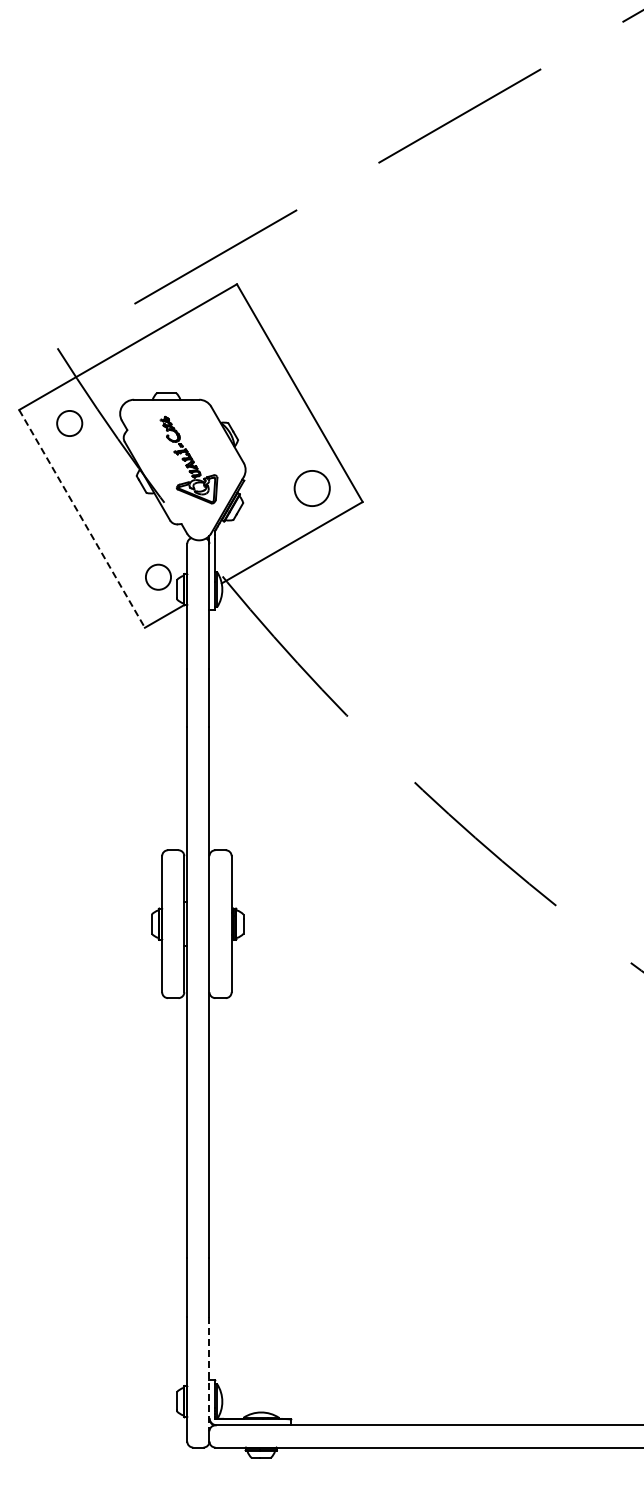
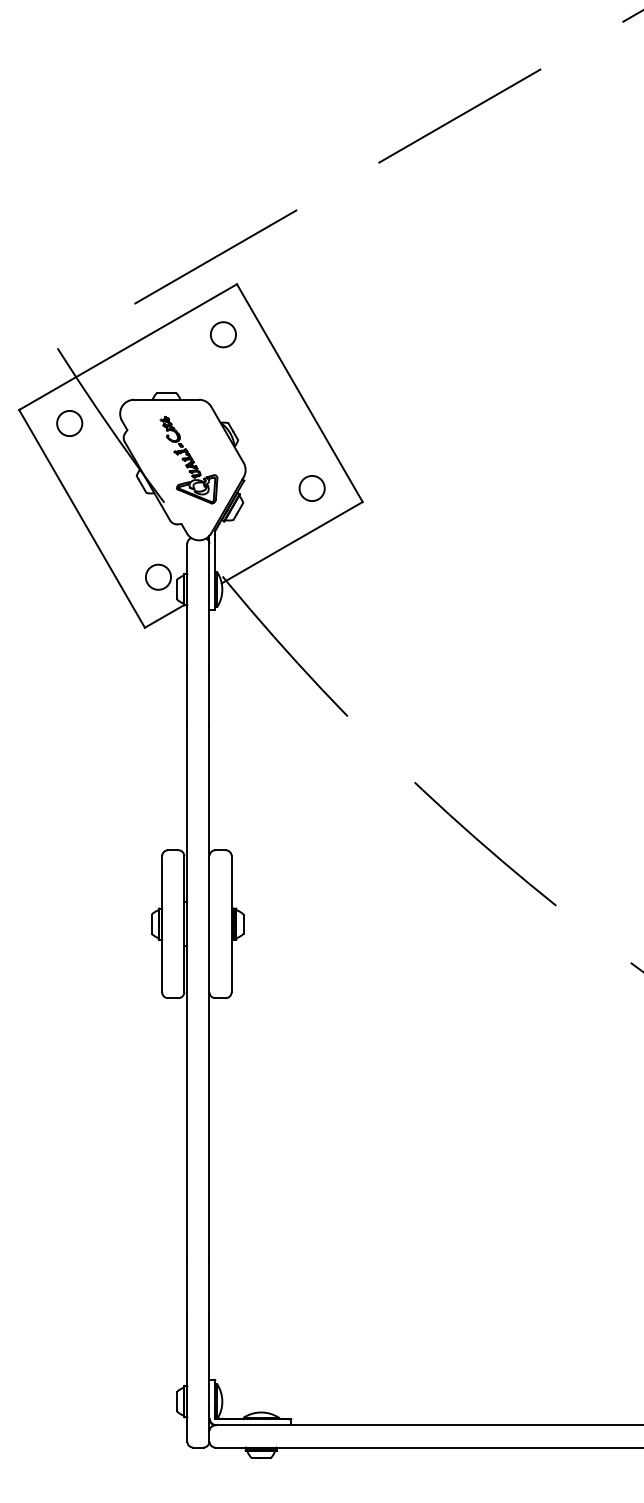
circle at (223, 334): none -> present
circle at (311, 488) size: 38x37 px -> 28x27 px
line at (82, 518): dashed -> solid
line at (209, 1374): dashed -> solid
